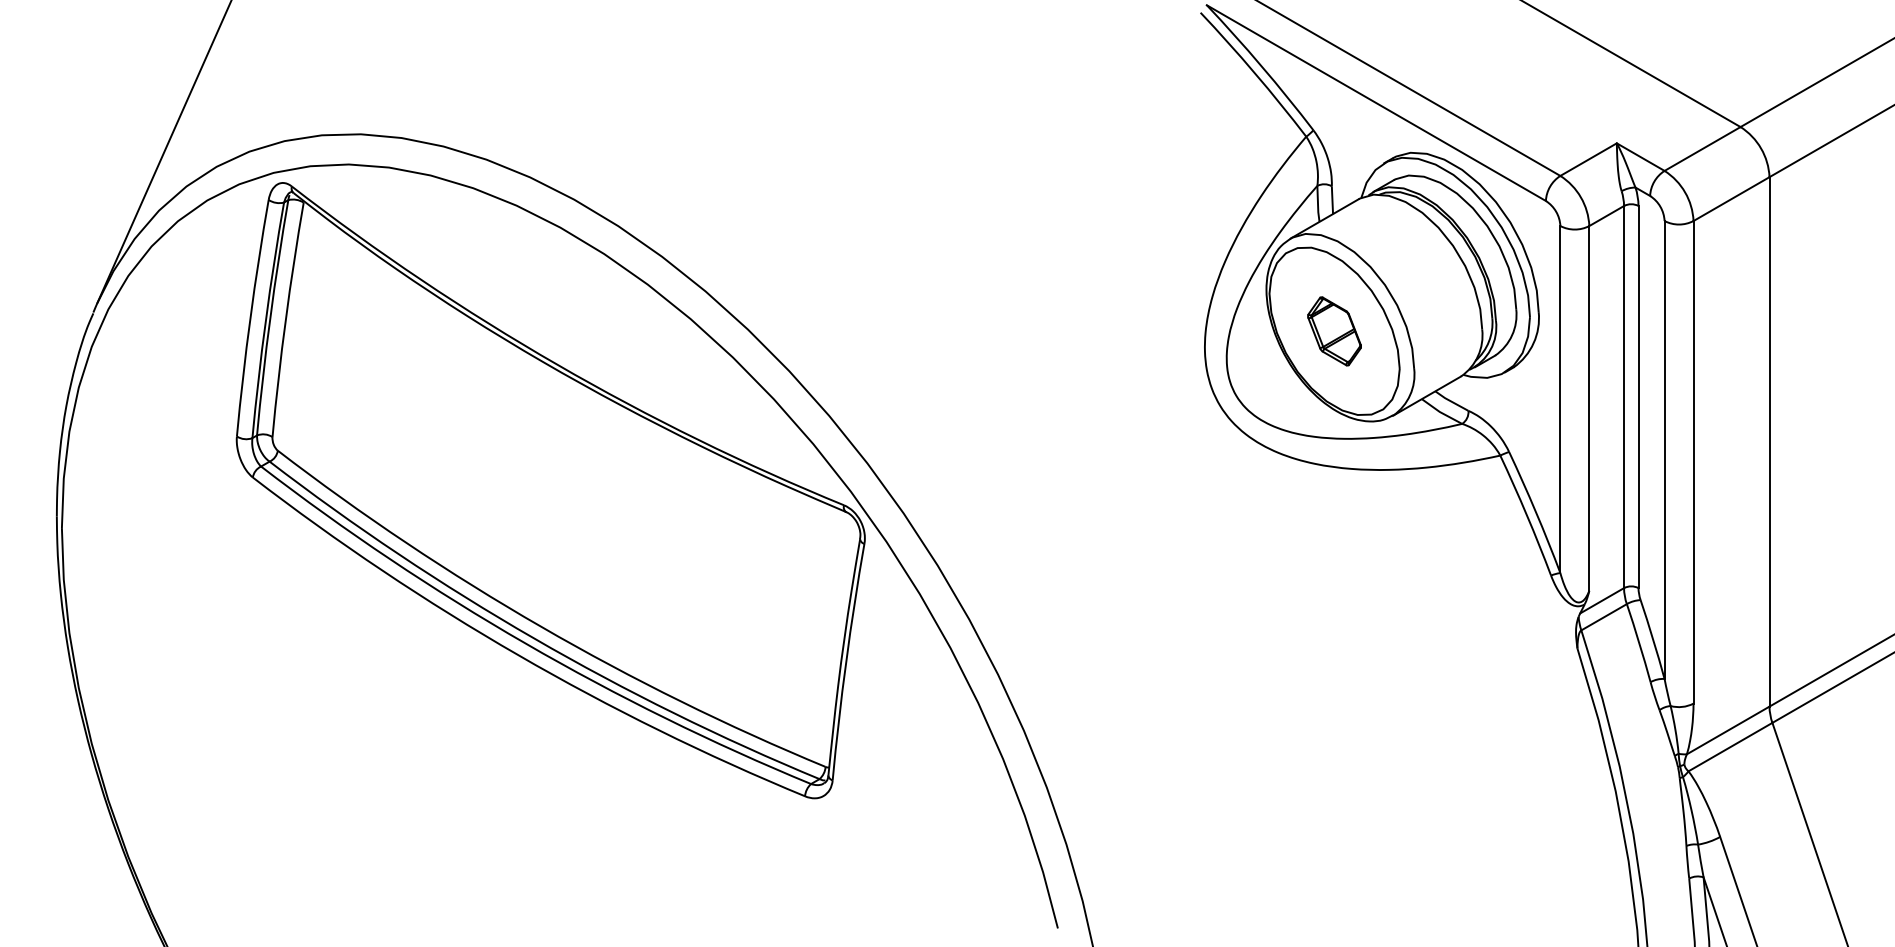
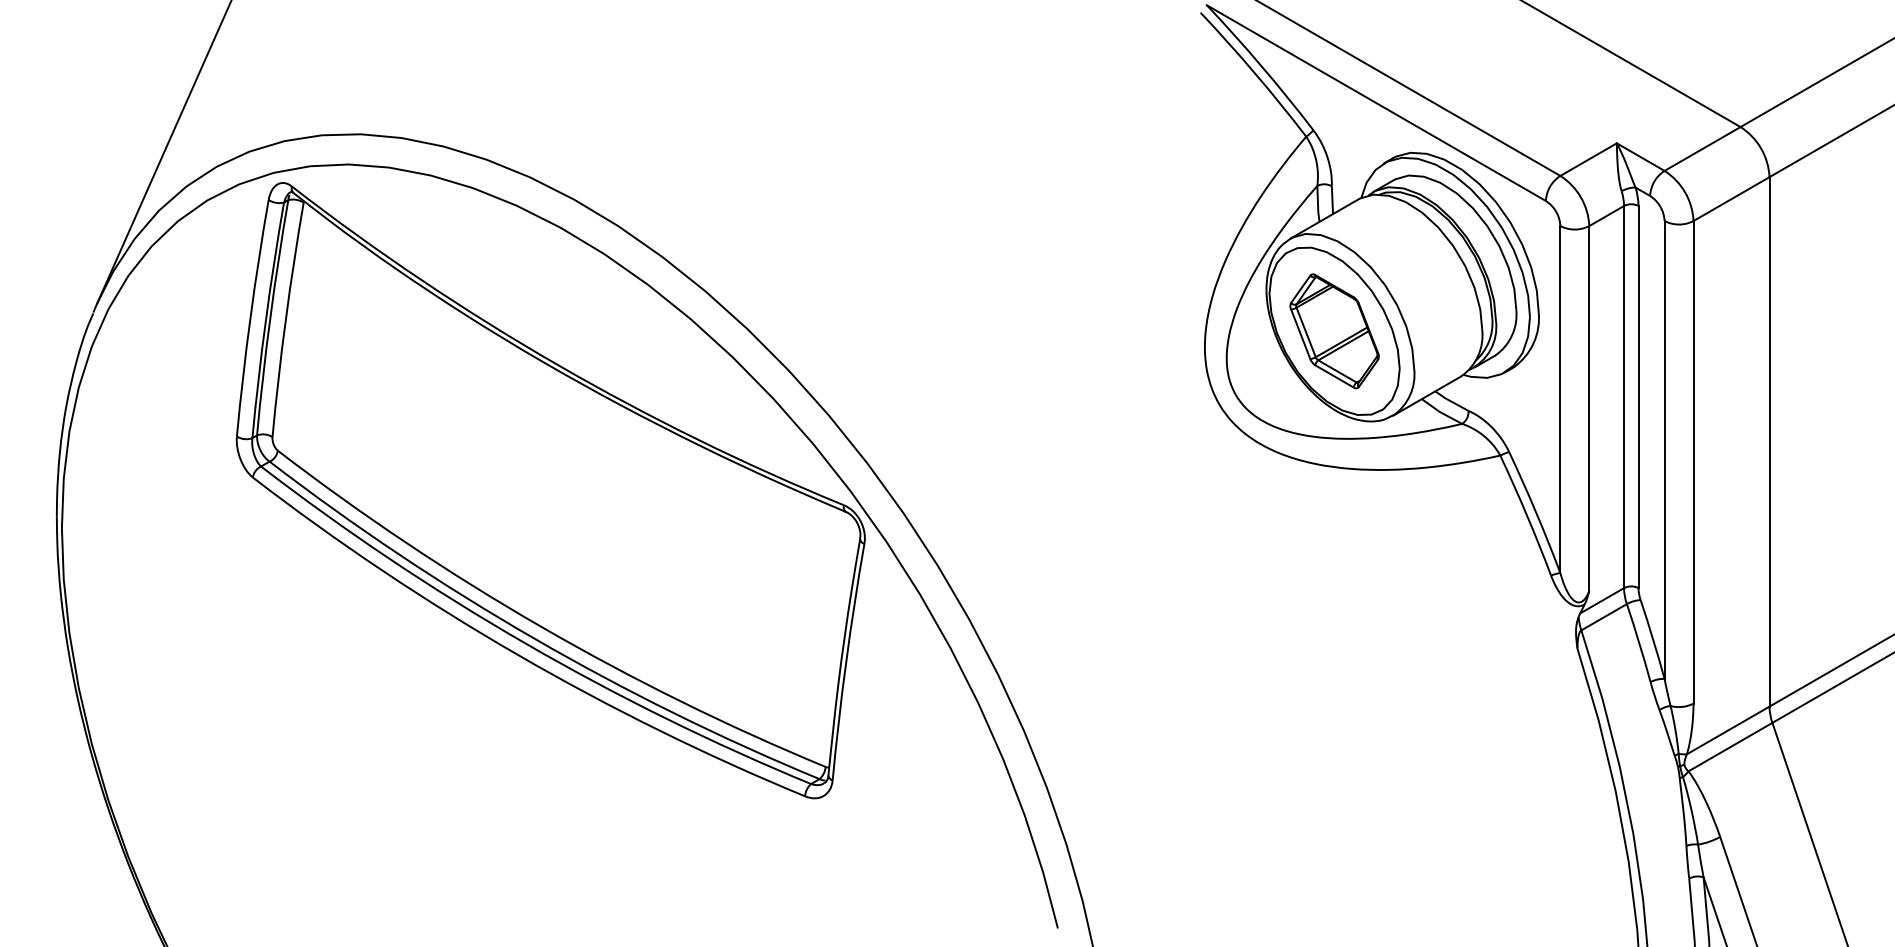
part at (1334, 331) size: 55x71 px -> 91x117 px
